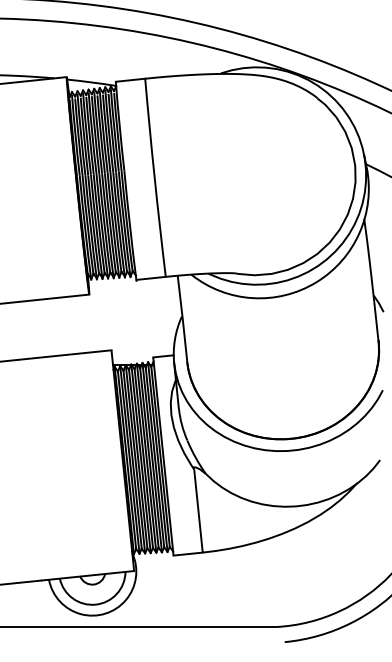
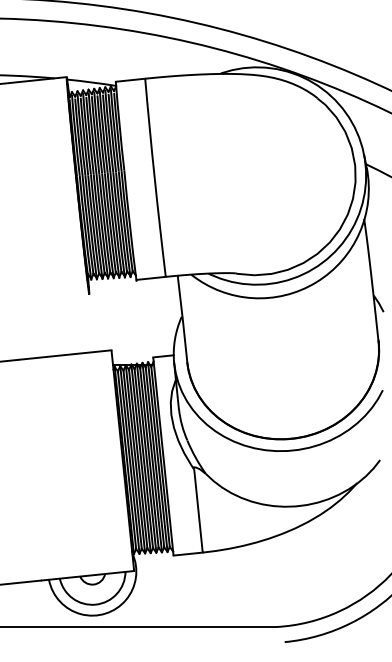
line at (45, 298): present -> none
